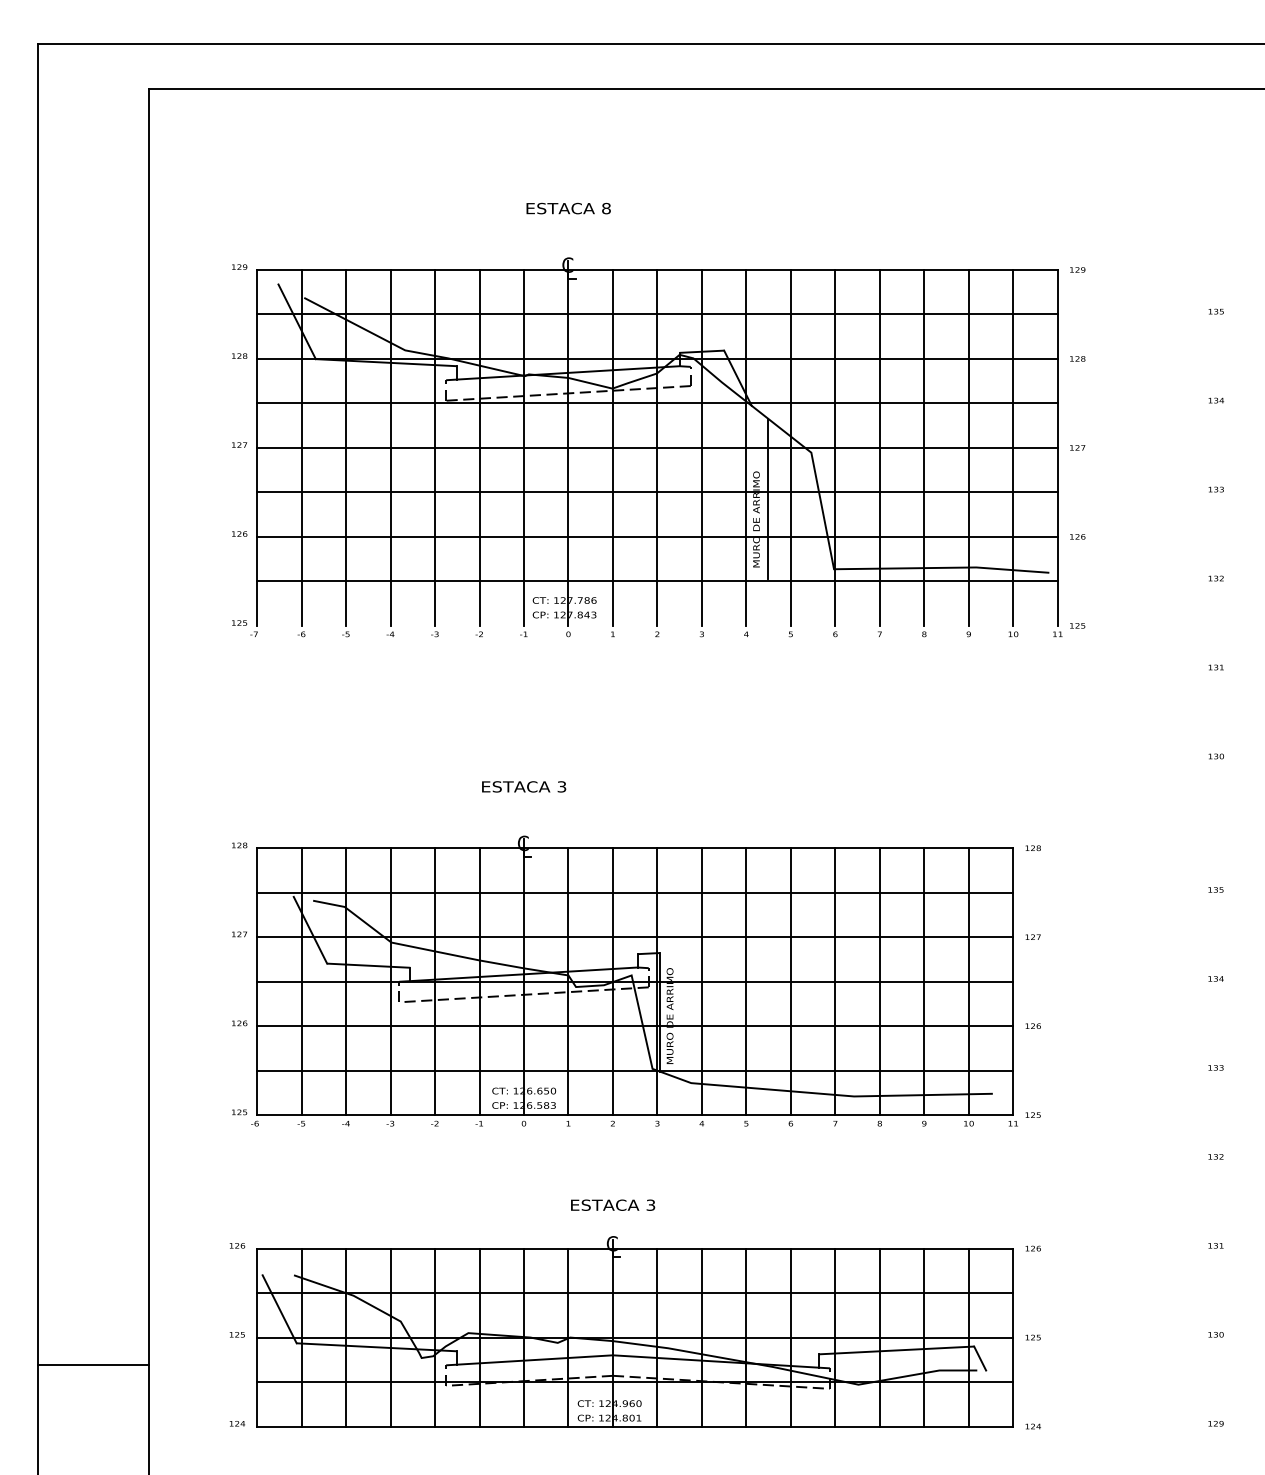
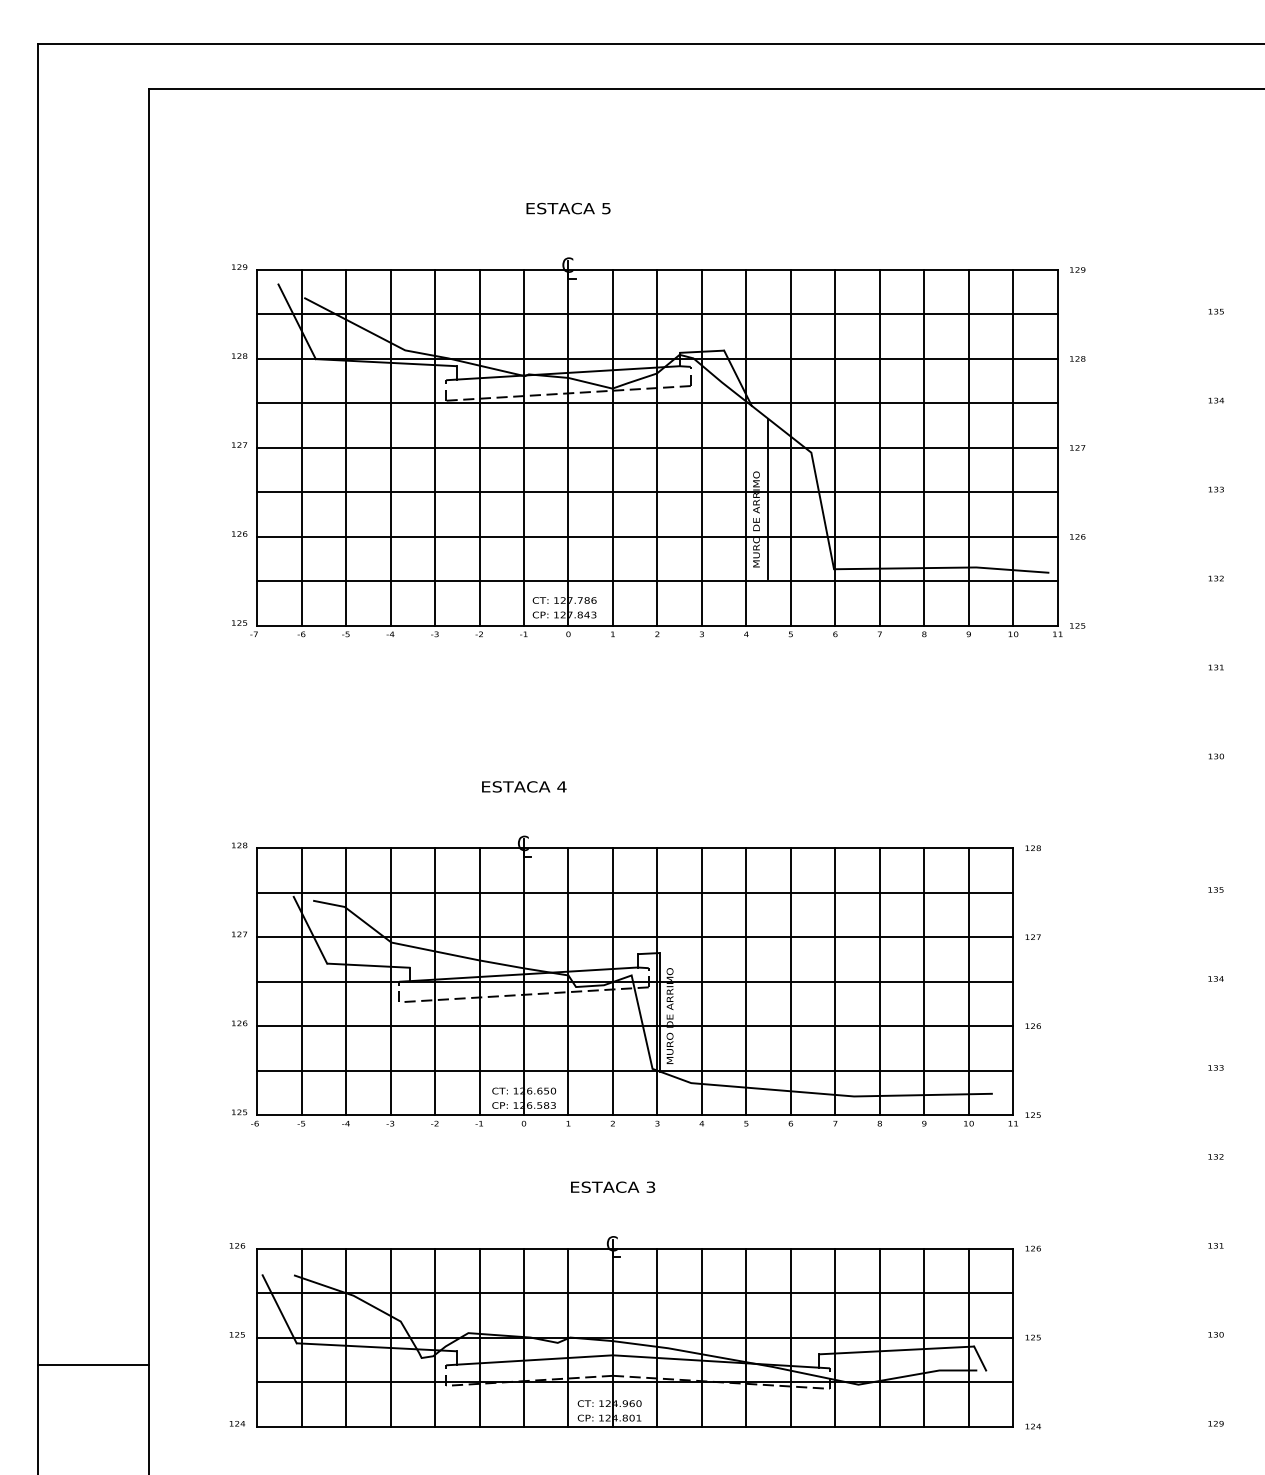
text at (606, 208): 8 -> 5
line at (657, 625): none -> present
text at (561, 786): 3 -> 4
text at (613, 1204) position: (613, 1204) -> (613, 1186)
